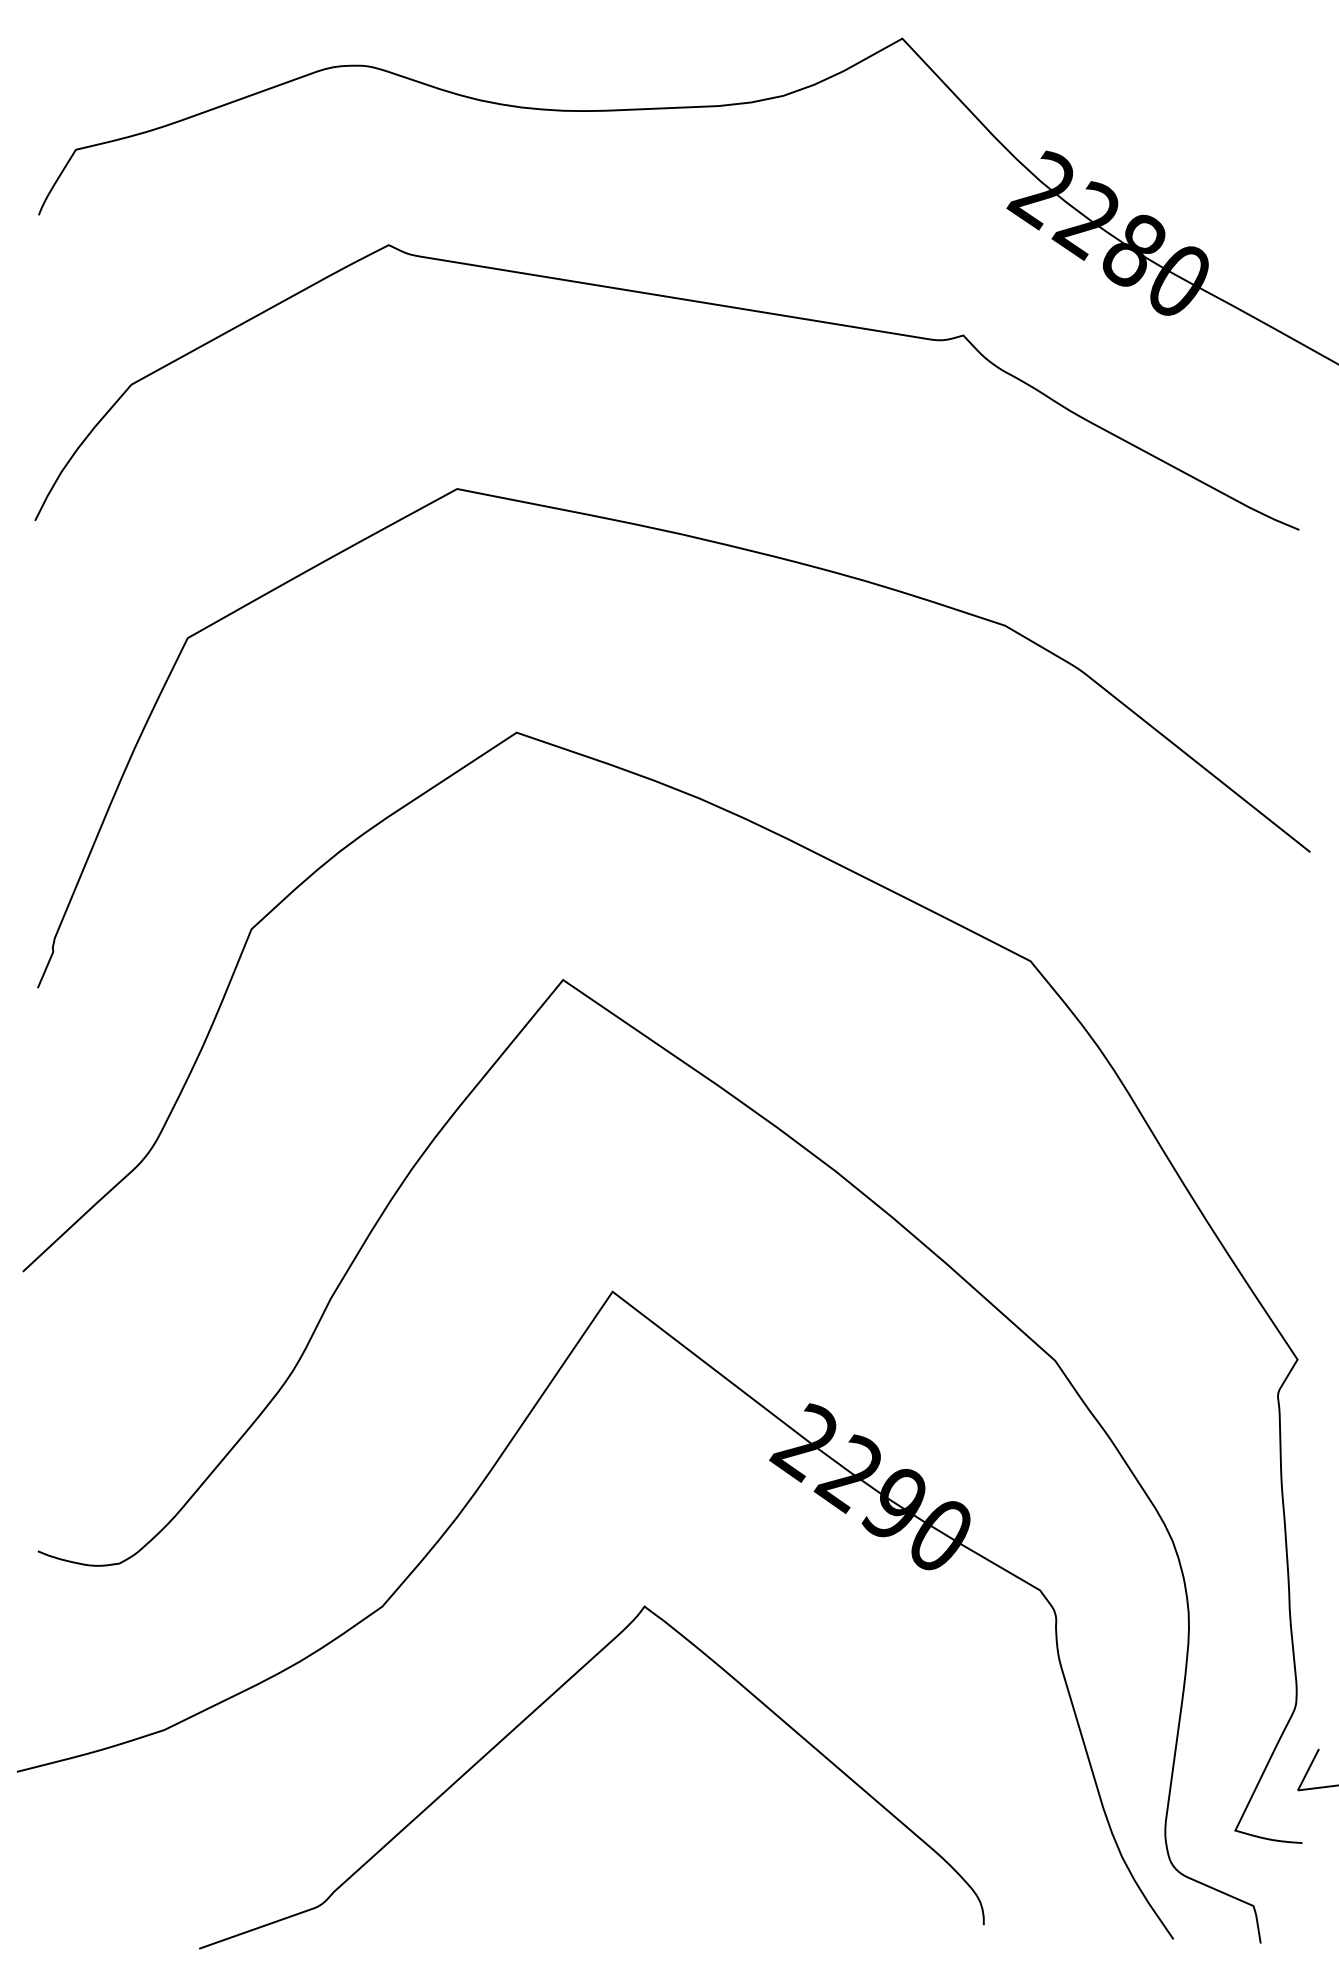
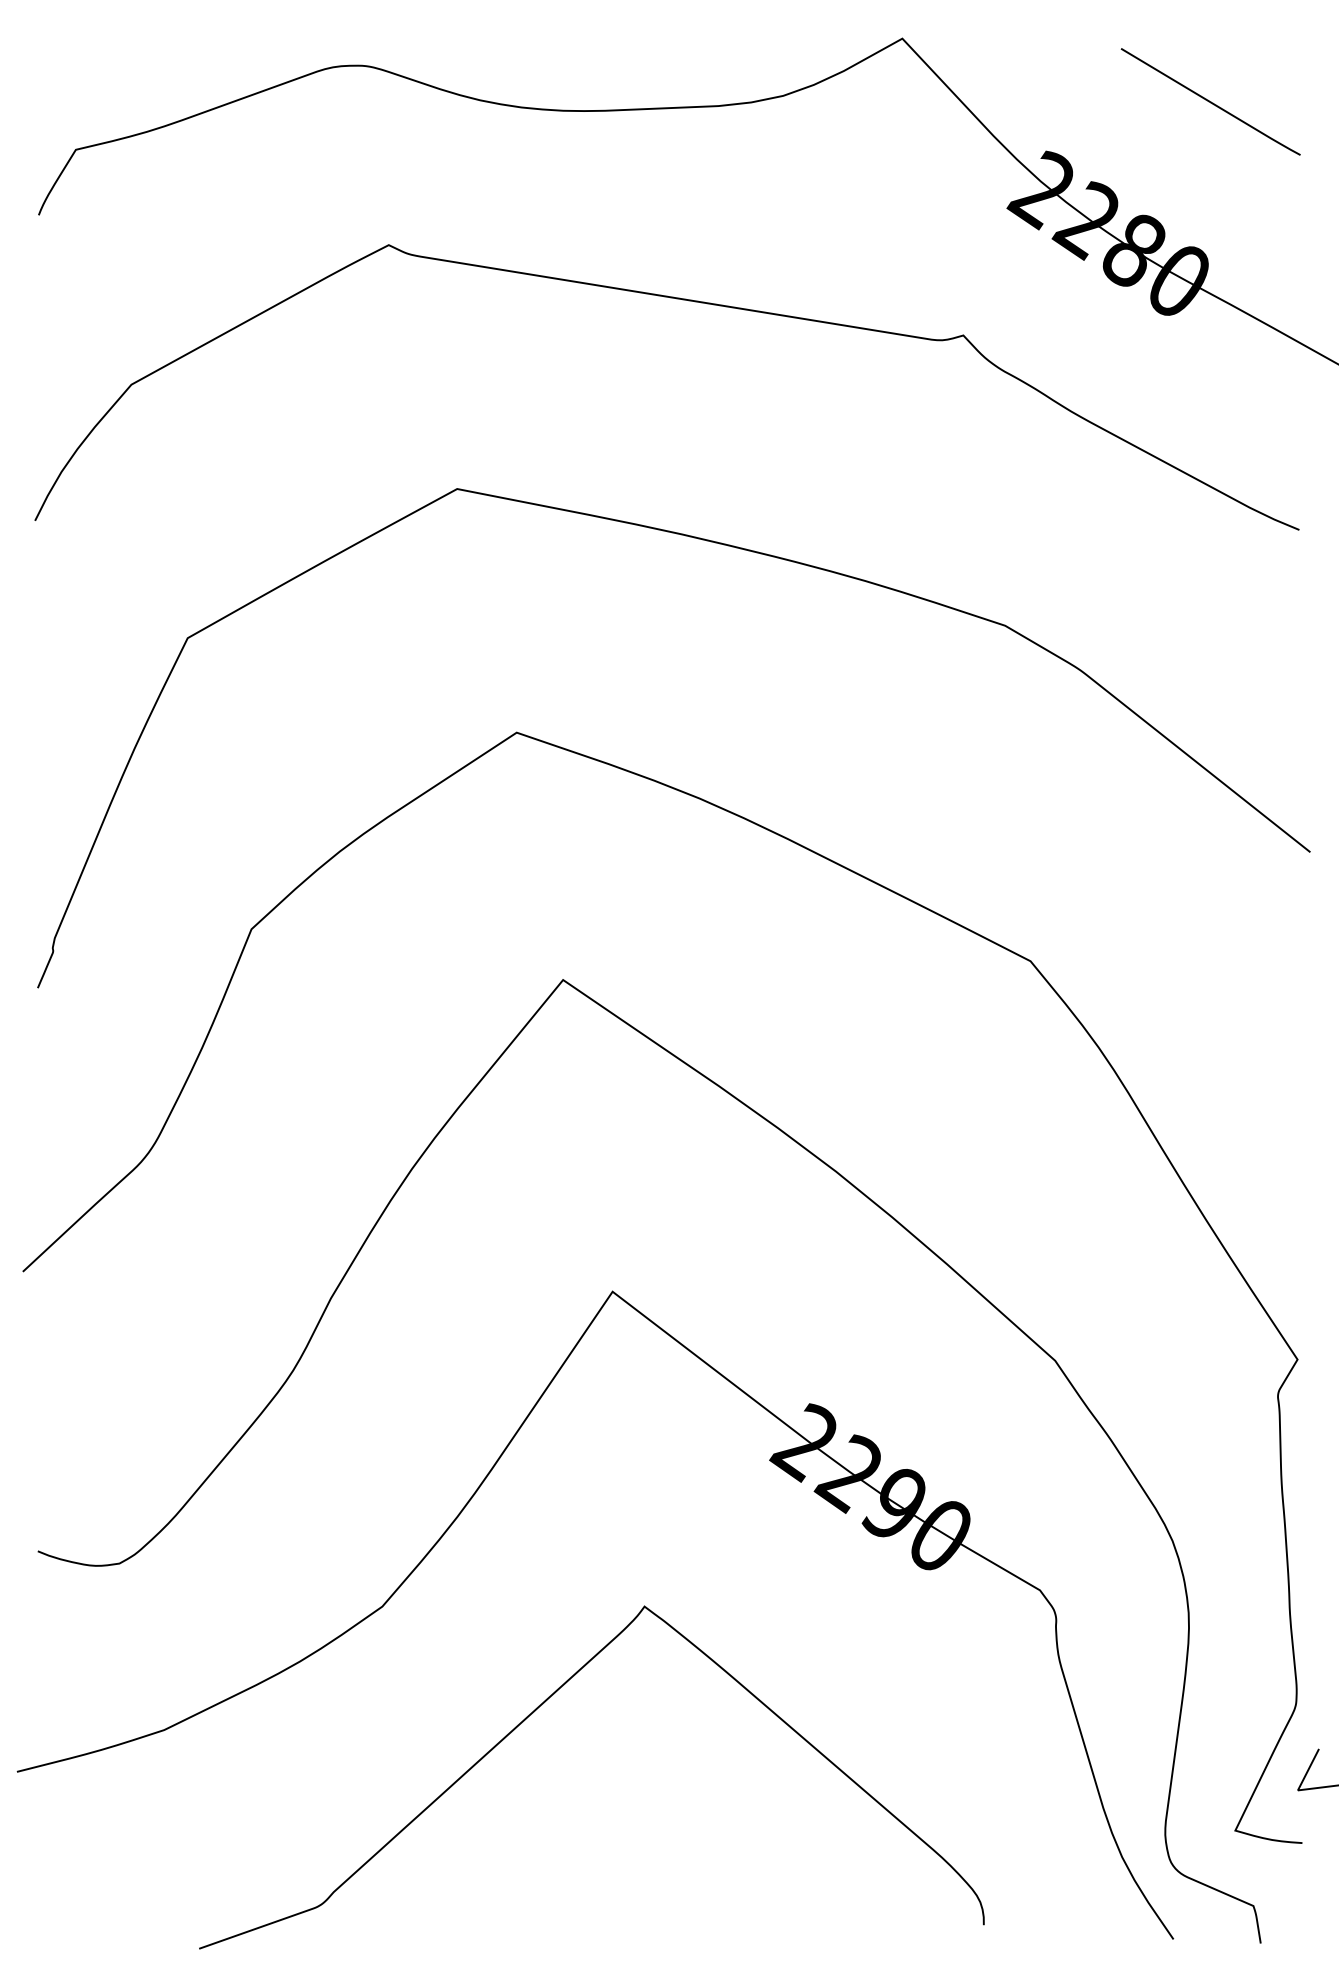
line at (1210, 101): none -> present
